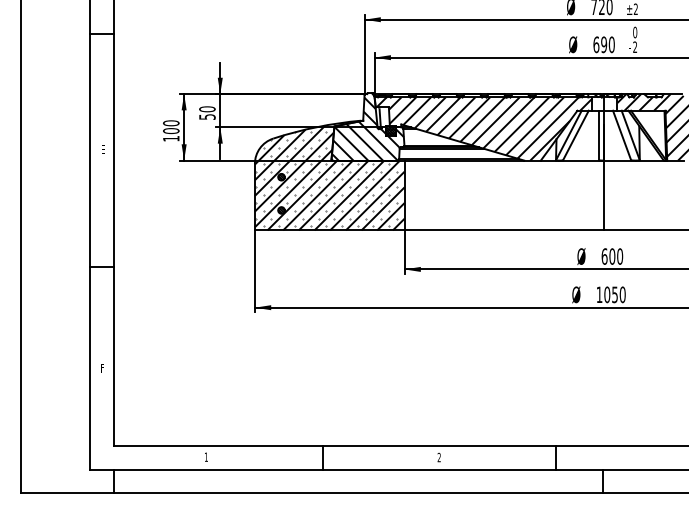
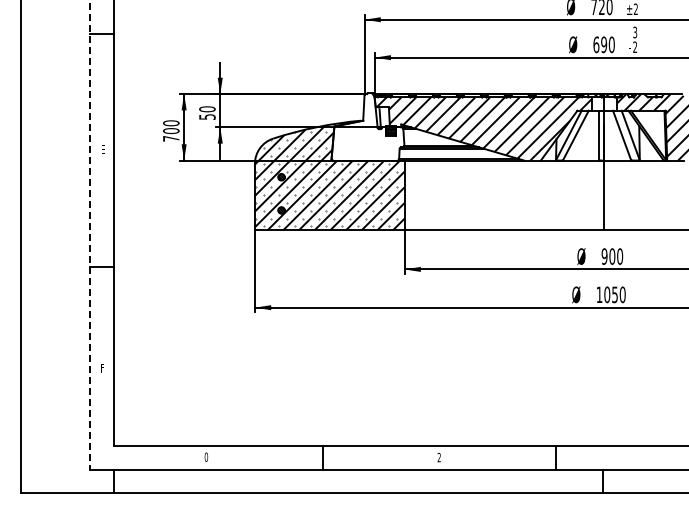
text at (635, 32): 0 -> 3
hatch at (367, 128): present -> none
text at (171, 138): 100 -> 700
line at (90, 235): solid -> dashed
text at (604, 256): 600 -> 900
text at (206, 456): 1 -> 0
